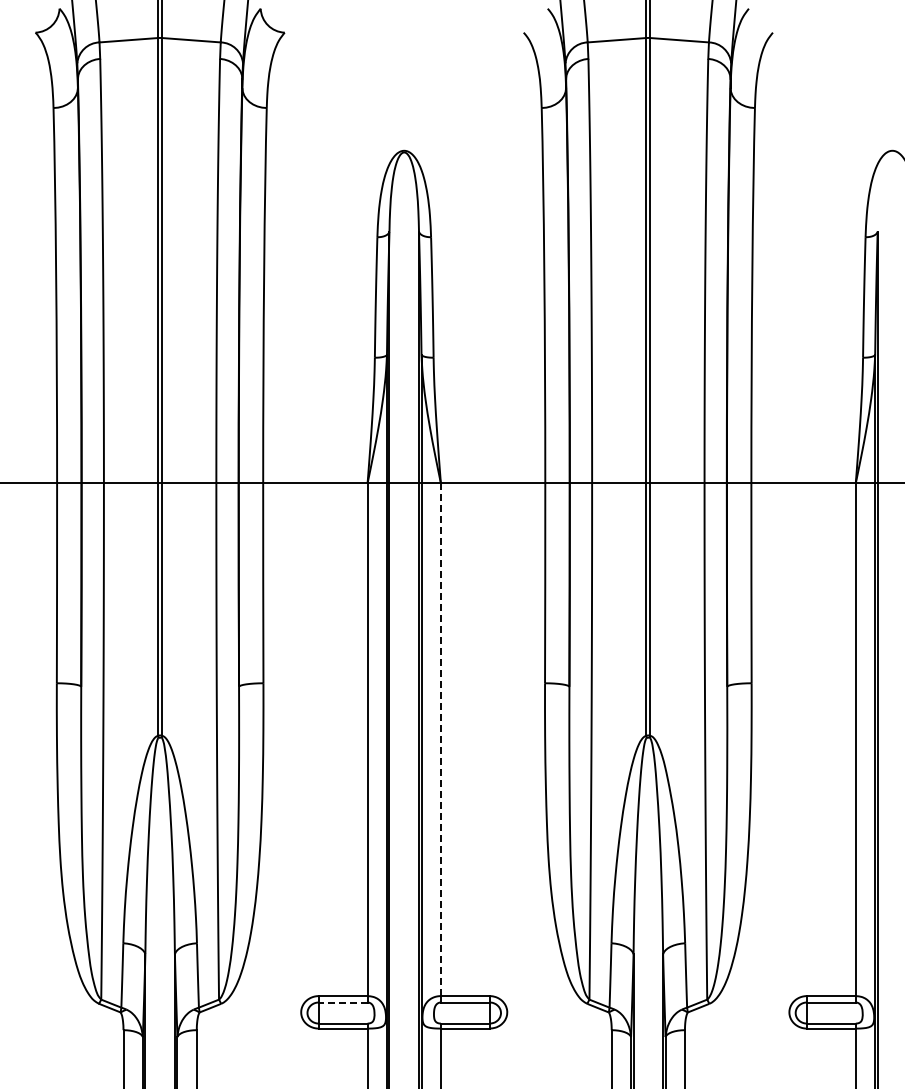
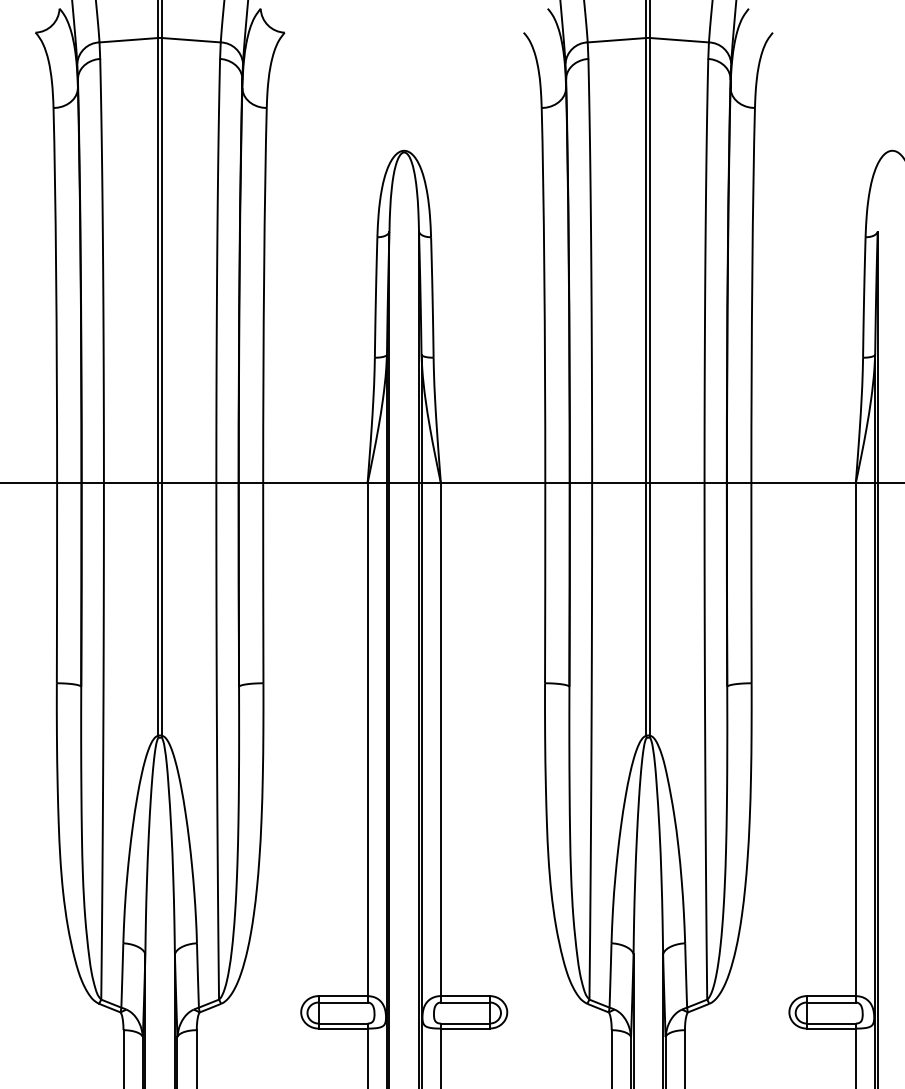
line at (440, 739): dashed -> solid
line at (342, 1002): dashed -> solid
